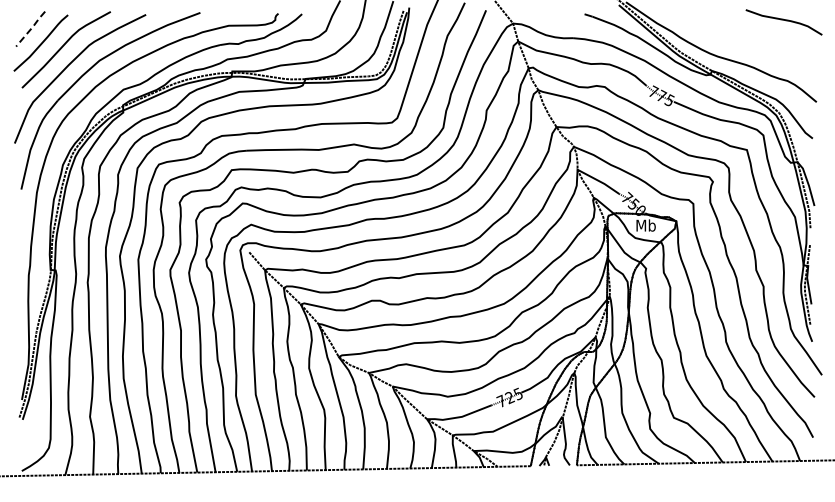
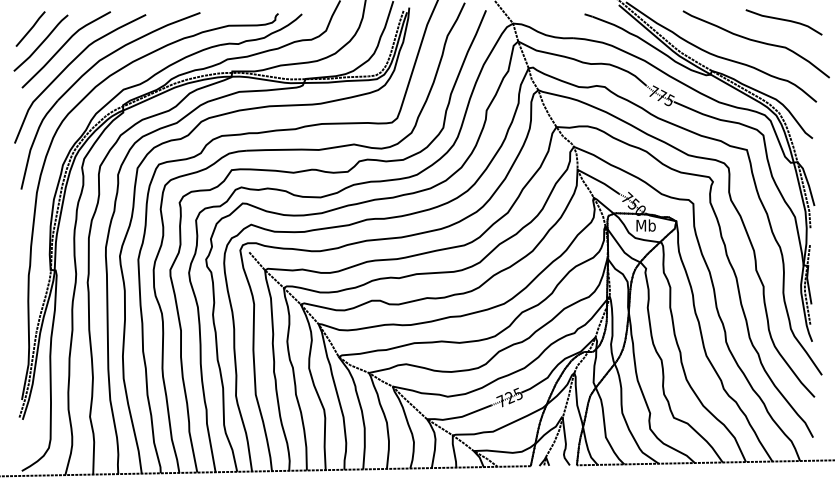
line at (31, 28): dashed -> solid
curve at (756, 42): none -> present
